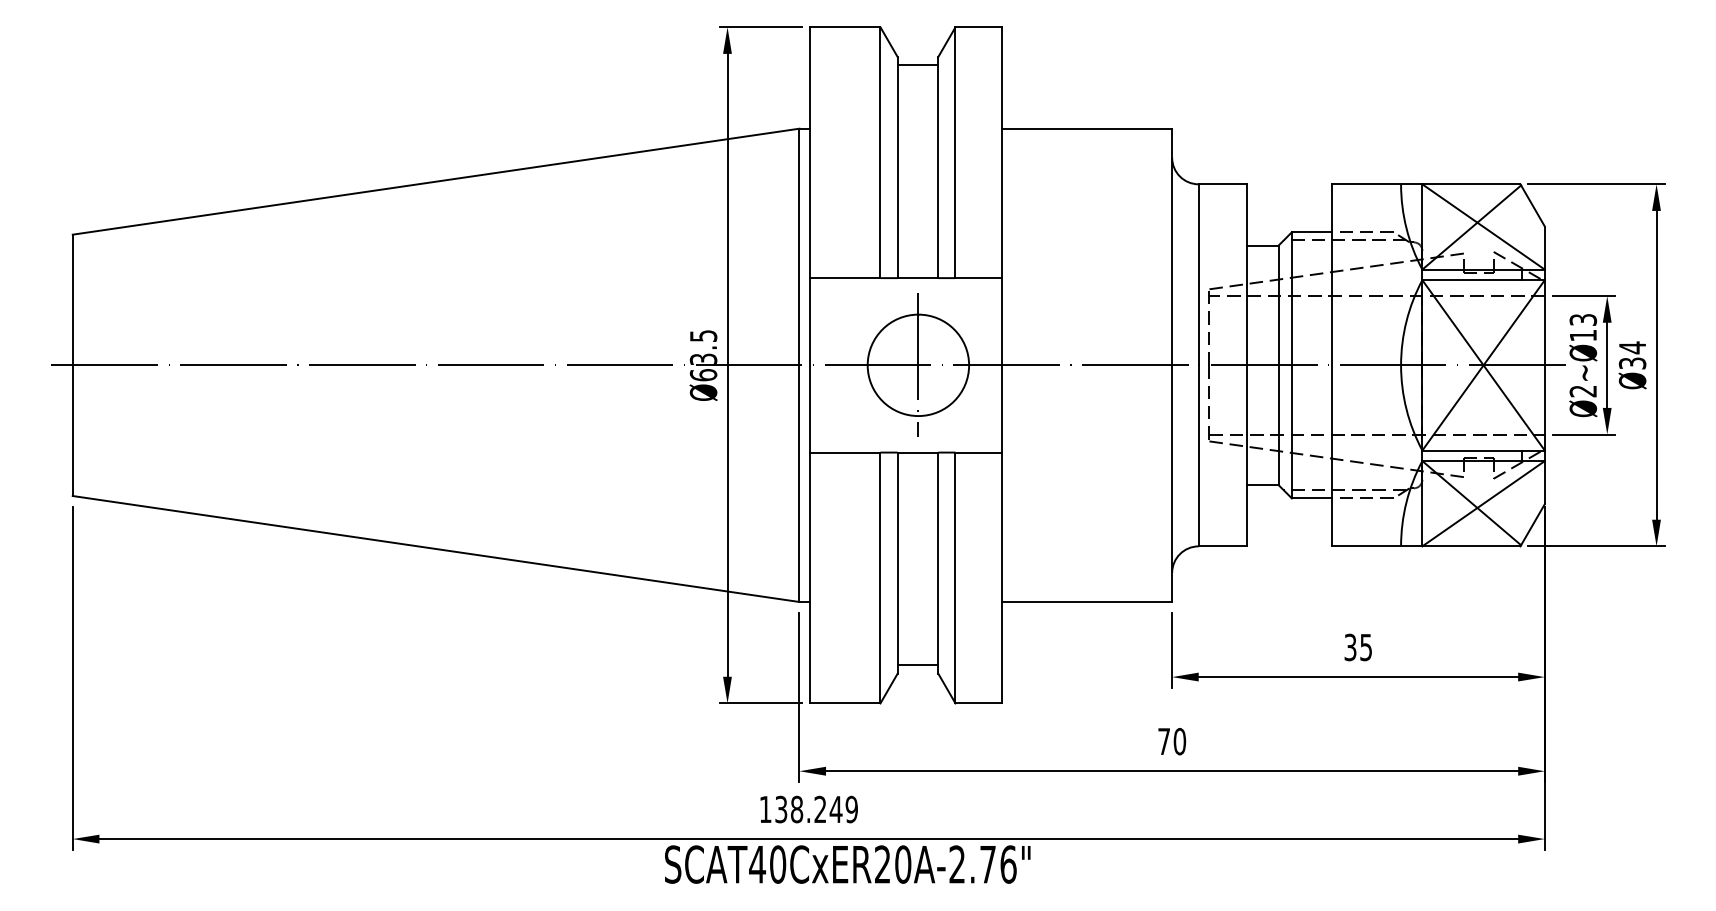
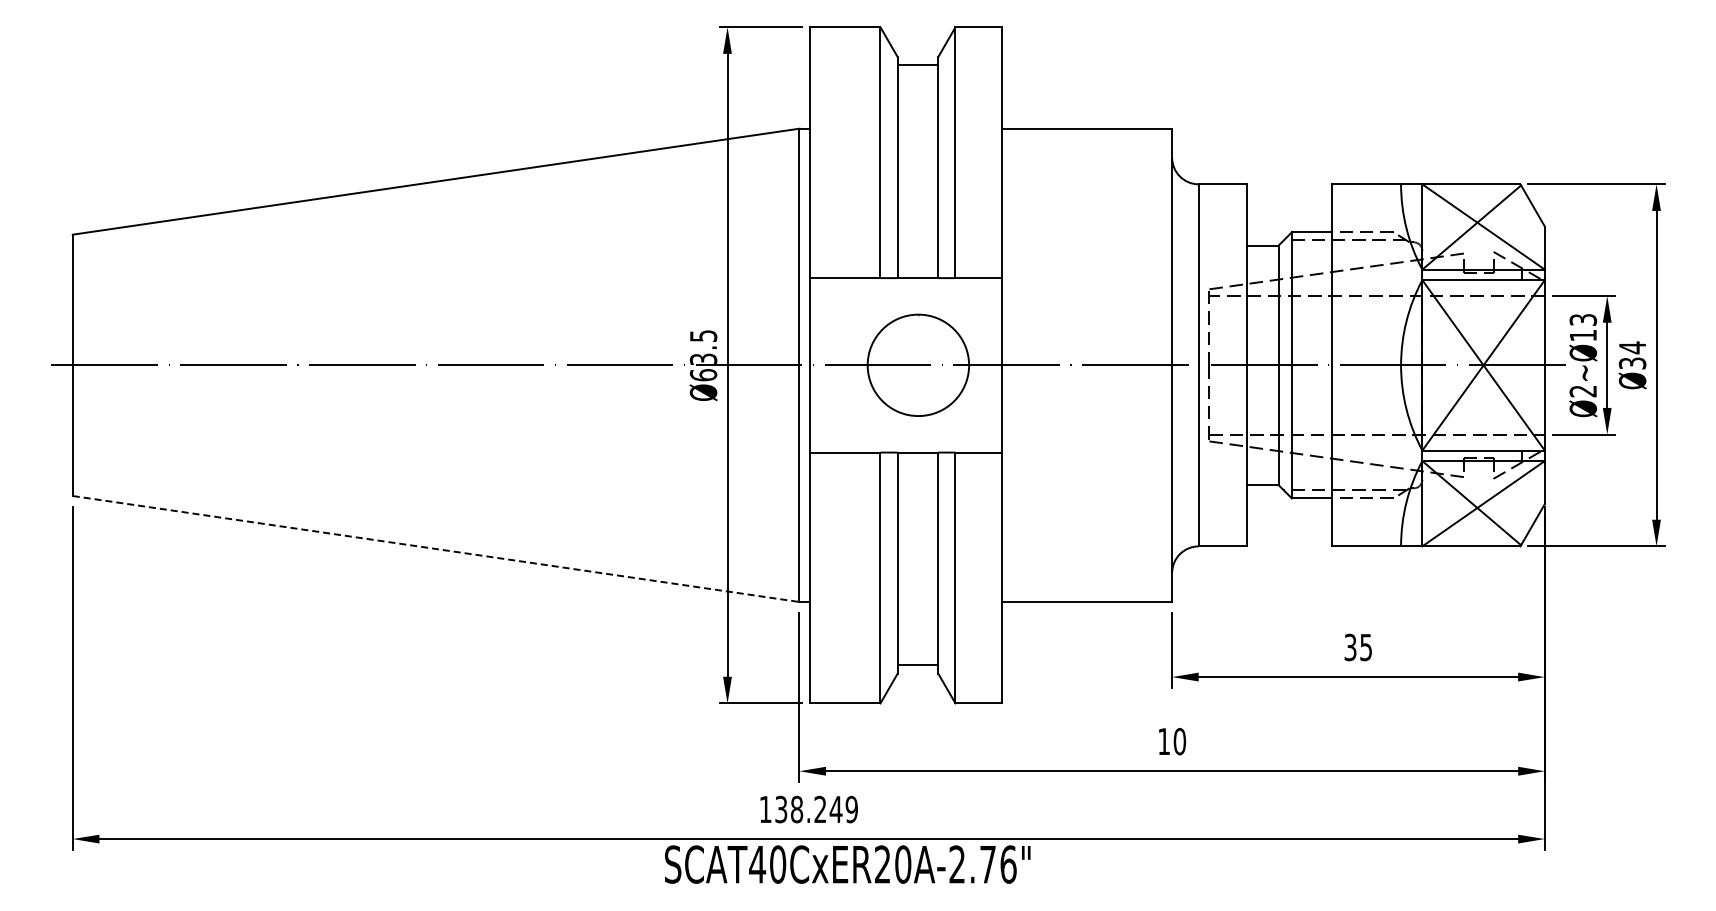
line at (918, 365): present -> none
line at (436, 549): solid -> dashed
text at (1163, 741): 70 -> 10
